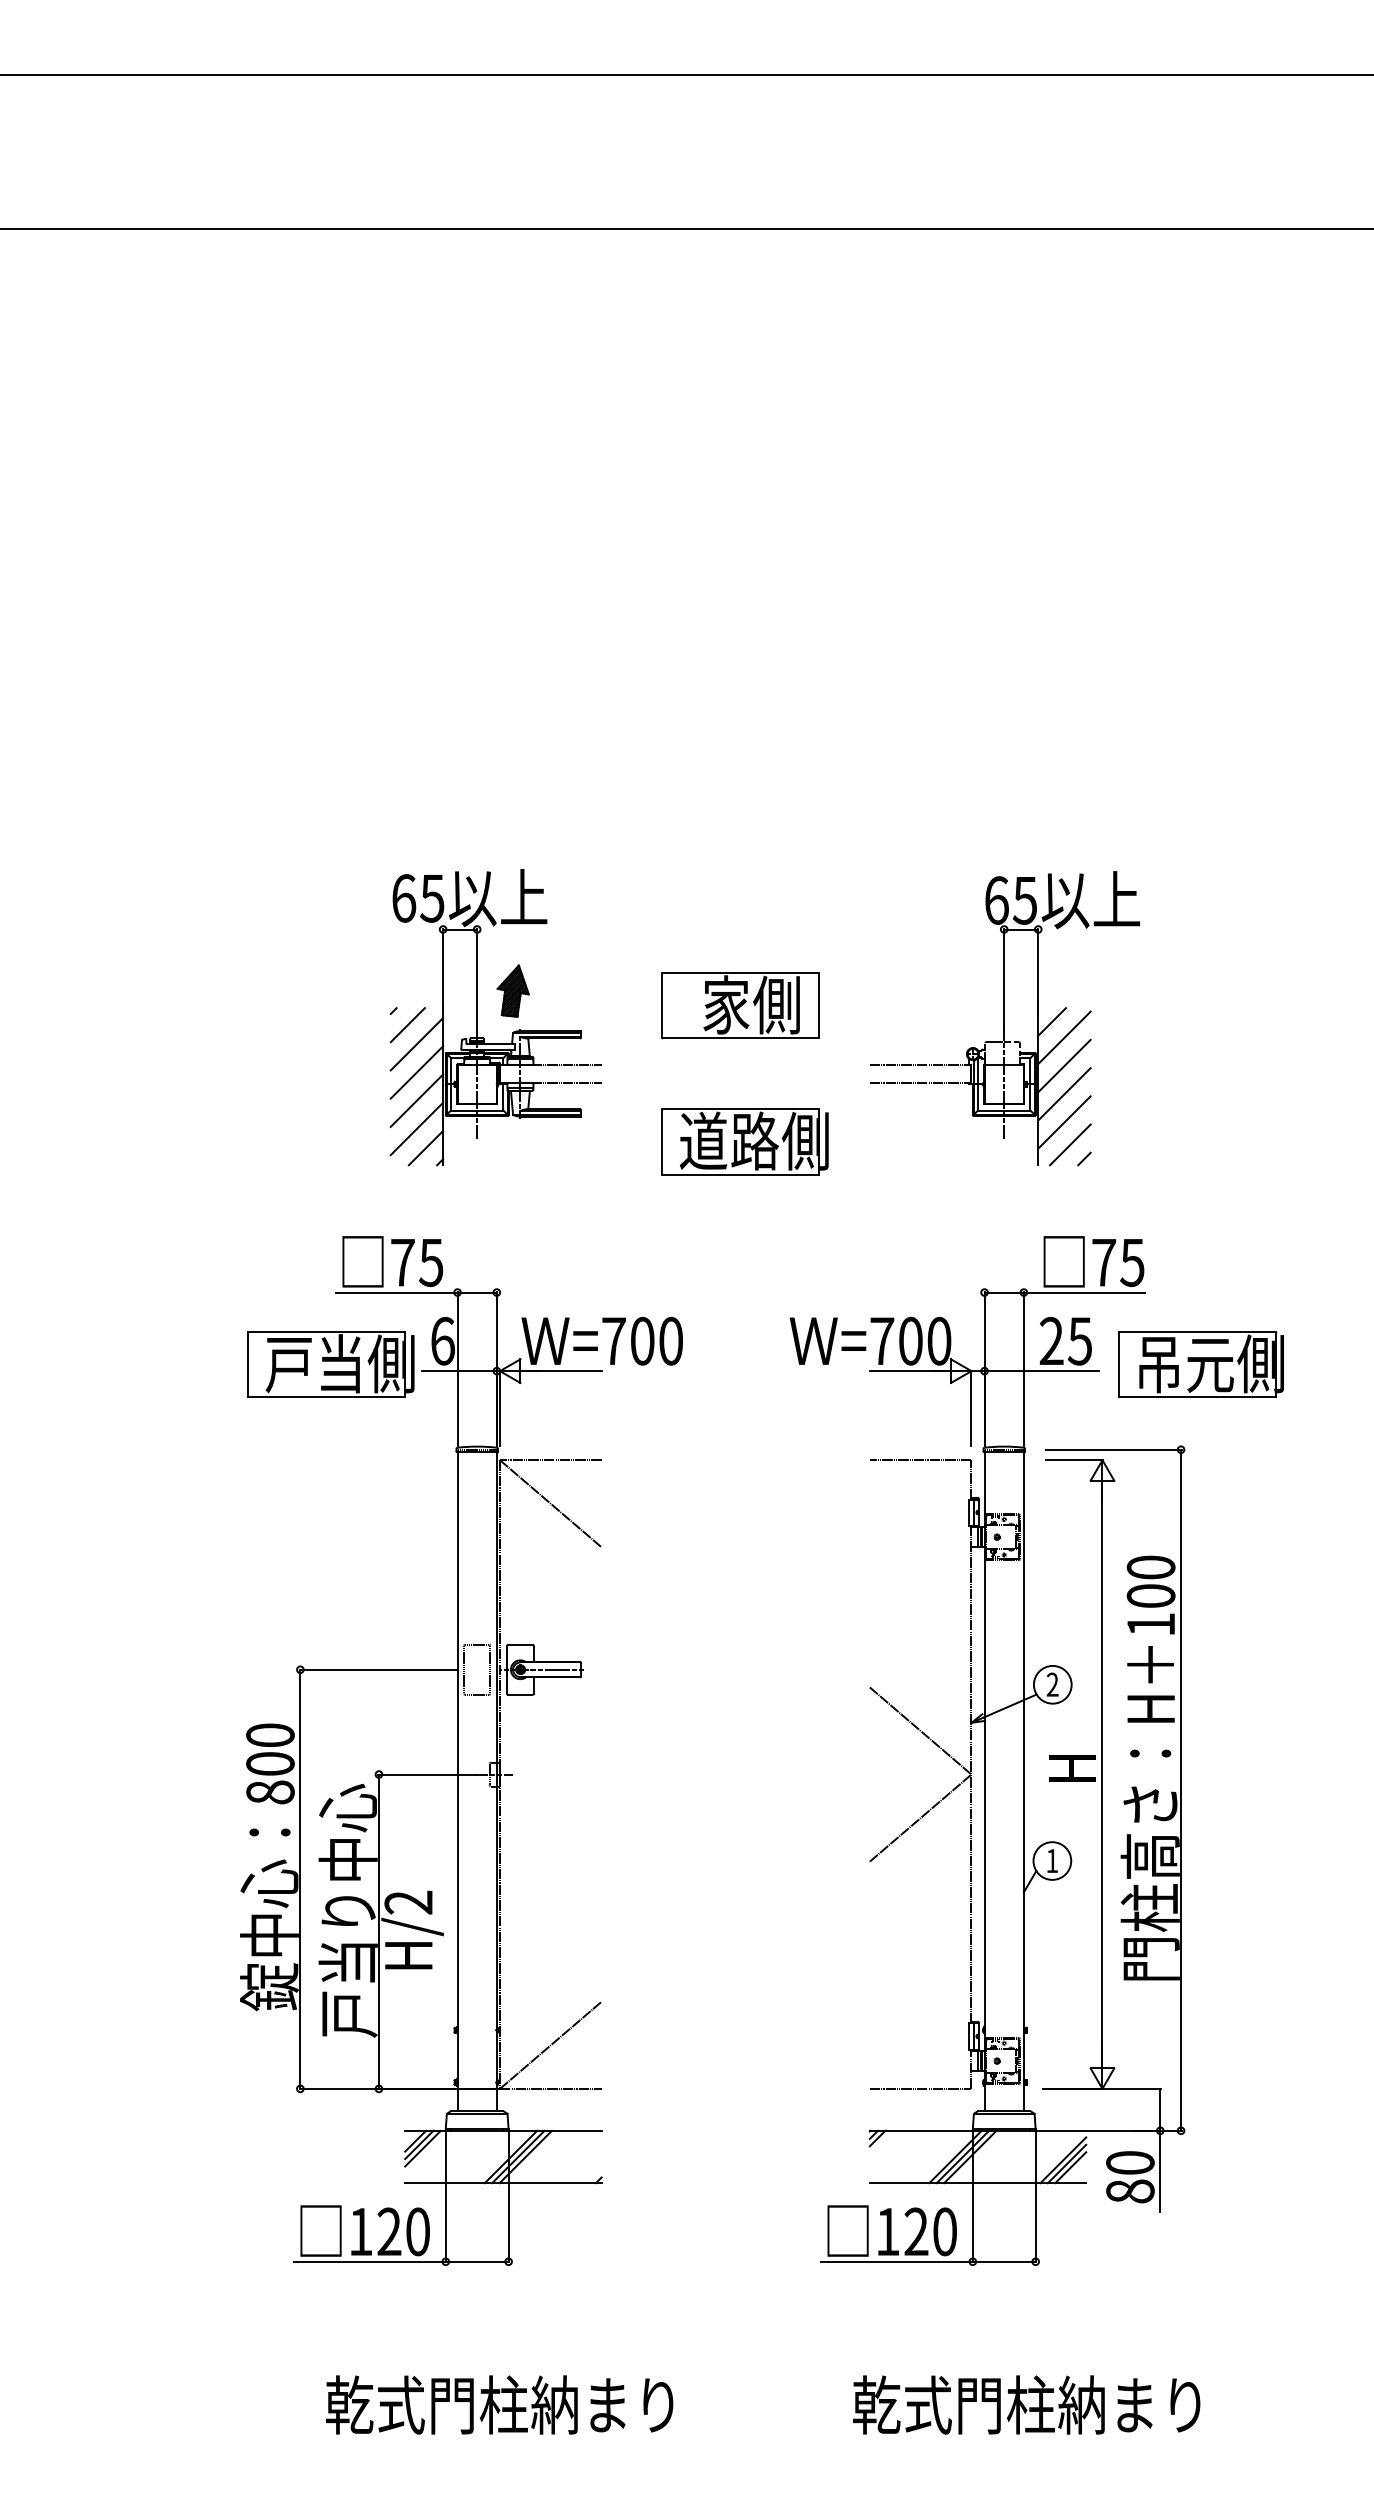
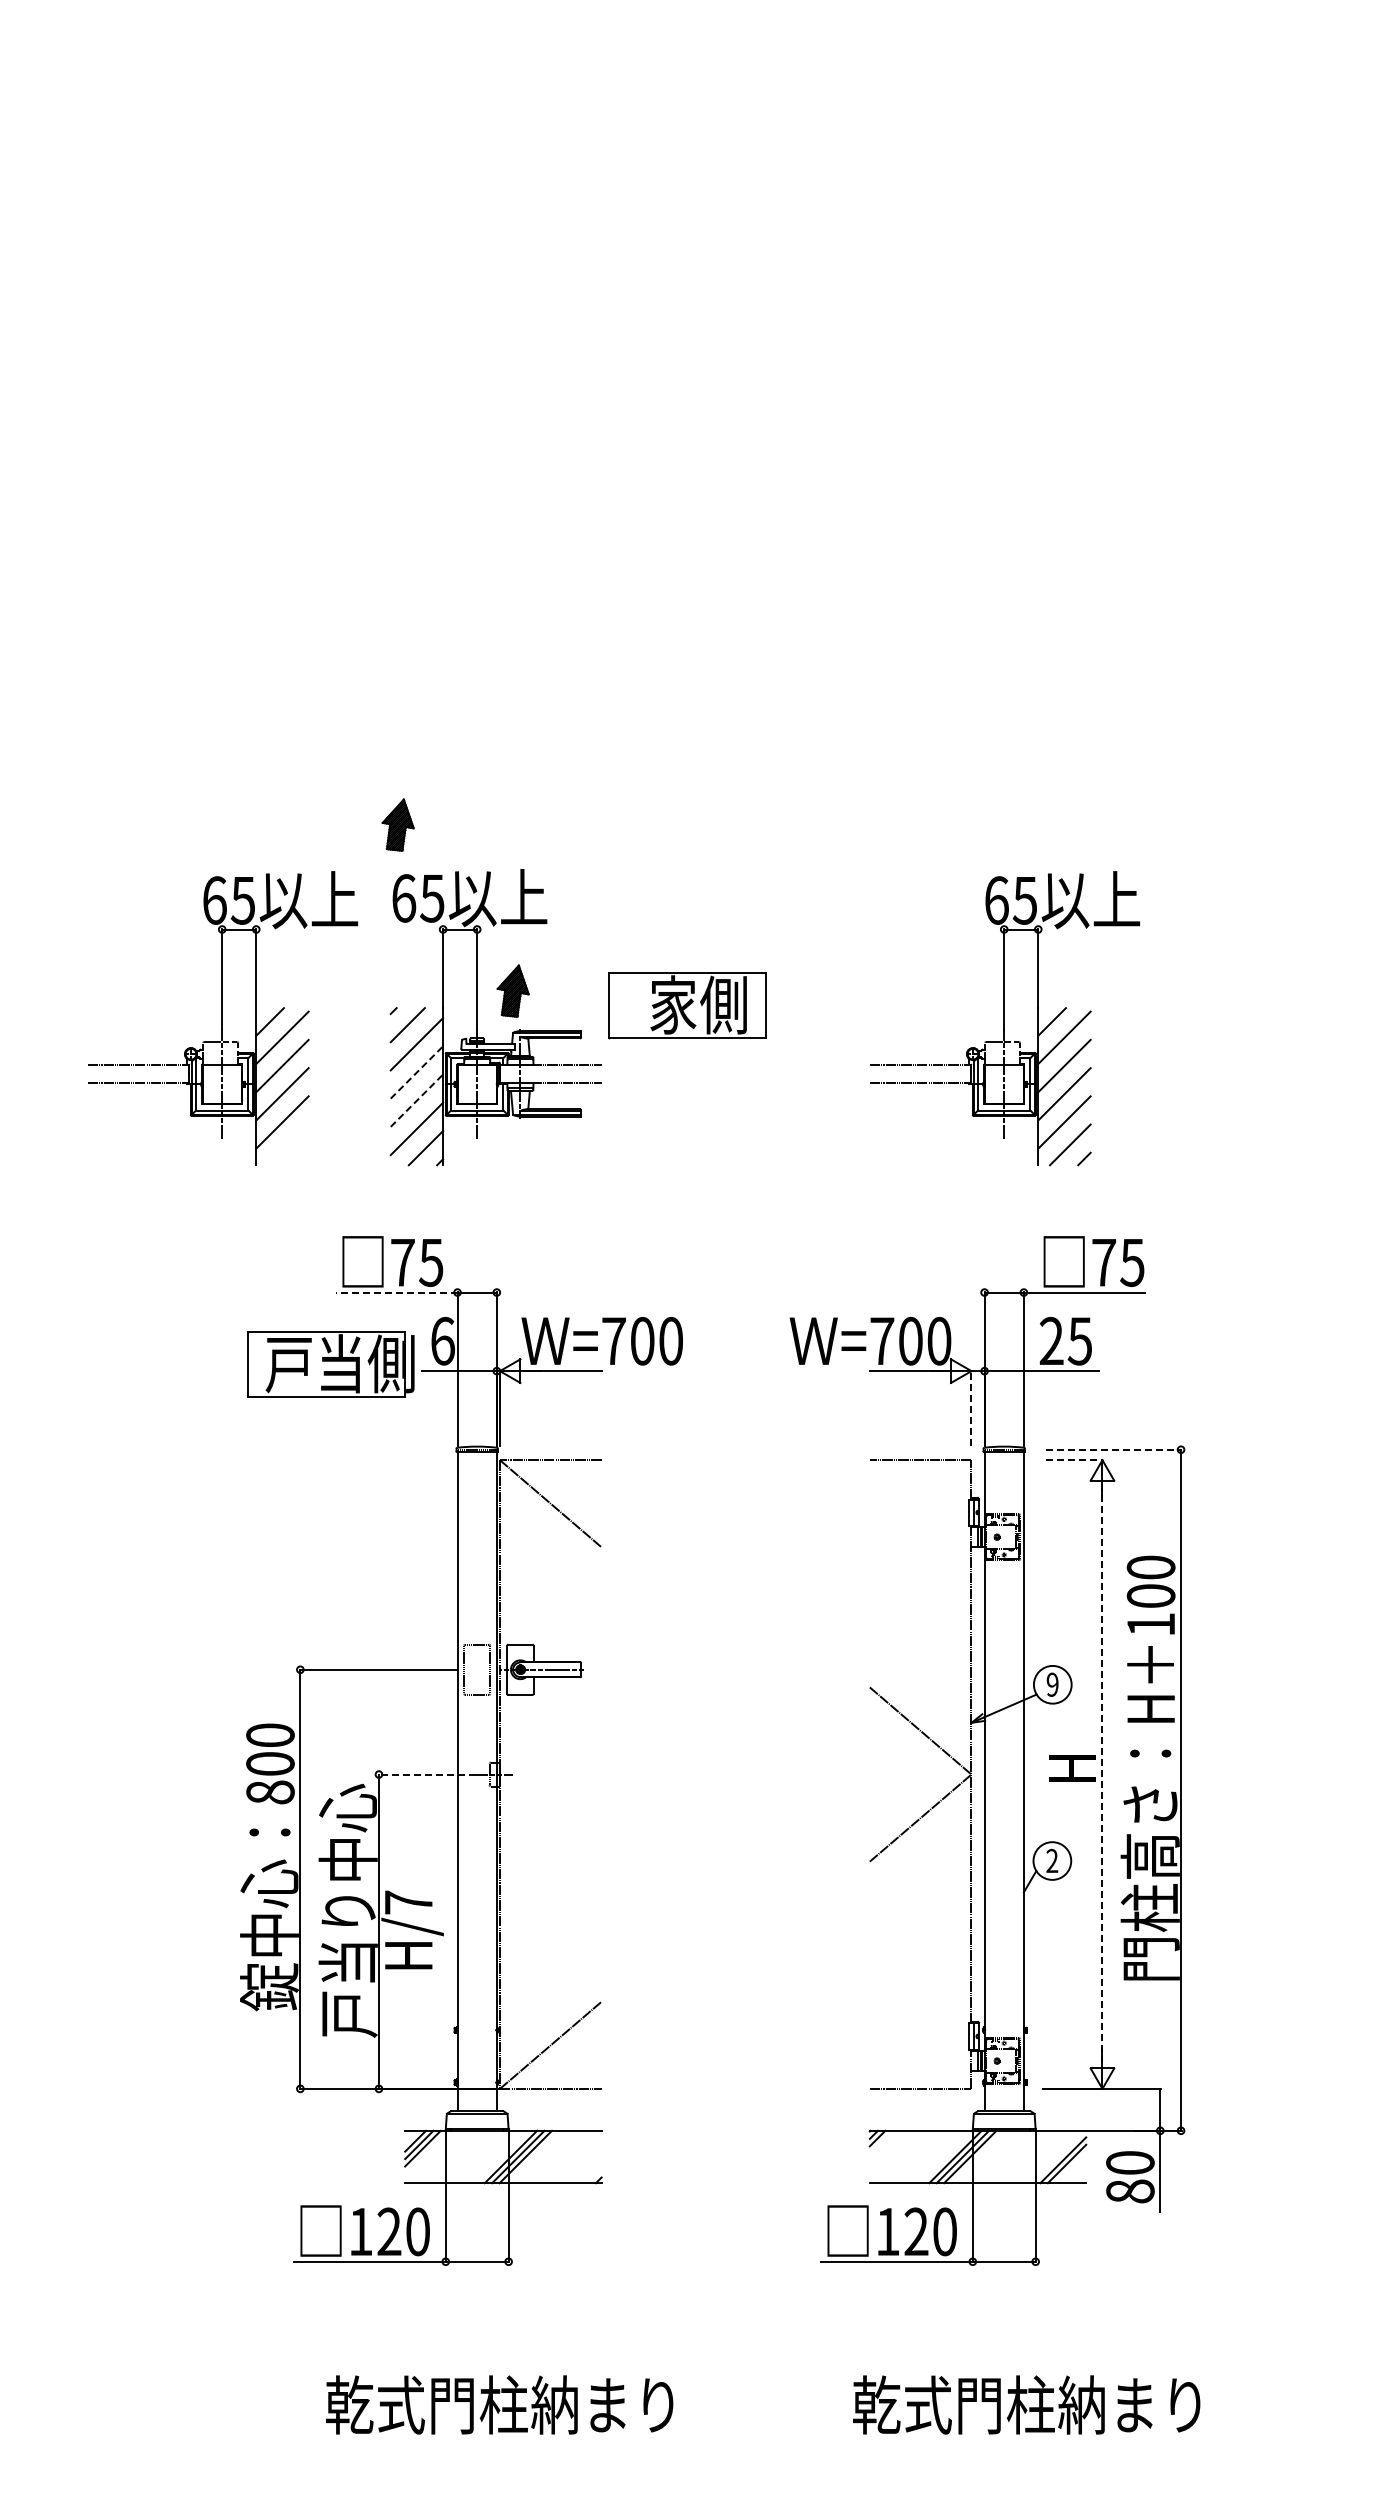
line at (686, 75): present -> none
line at (686, 228): present -> none
part at (397, 824): none -> present
part at (740, 1005) position: (740, 1005) -> (687, 1005)
part at (223, 1018): none -> present
line at (417, 1072): solid -> dashed
line at (417, 1100): solid -> dashed
part at (744, 1141): present -> none
line at (396, 1292): solid -> dashed
part at (1200, 1364): present -> none
line at (971, 1408): solid -> dashed
line at (1114, 1449): solid -> dashed
line at (1074, 1460): solid -> dashed
text at (1052, 1684): 2 -> 9
line at (427, 1774): solid -> dashed
line at (1102, 1774): solid -> dashed
text at (1052, 1860): 1 -> 2
text at (408, 1902): H/2 -> H/7
line at (1070, 2167): present -> none
